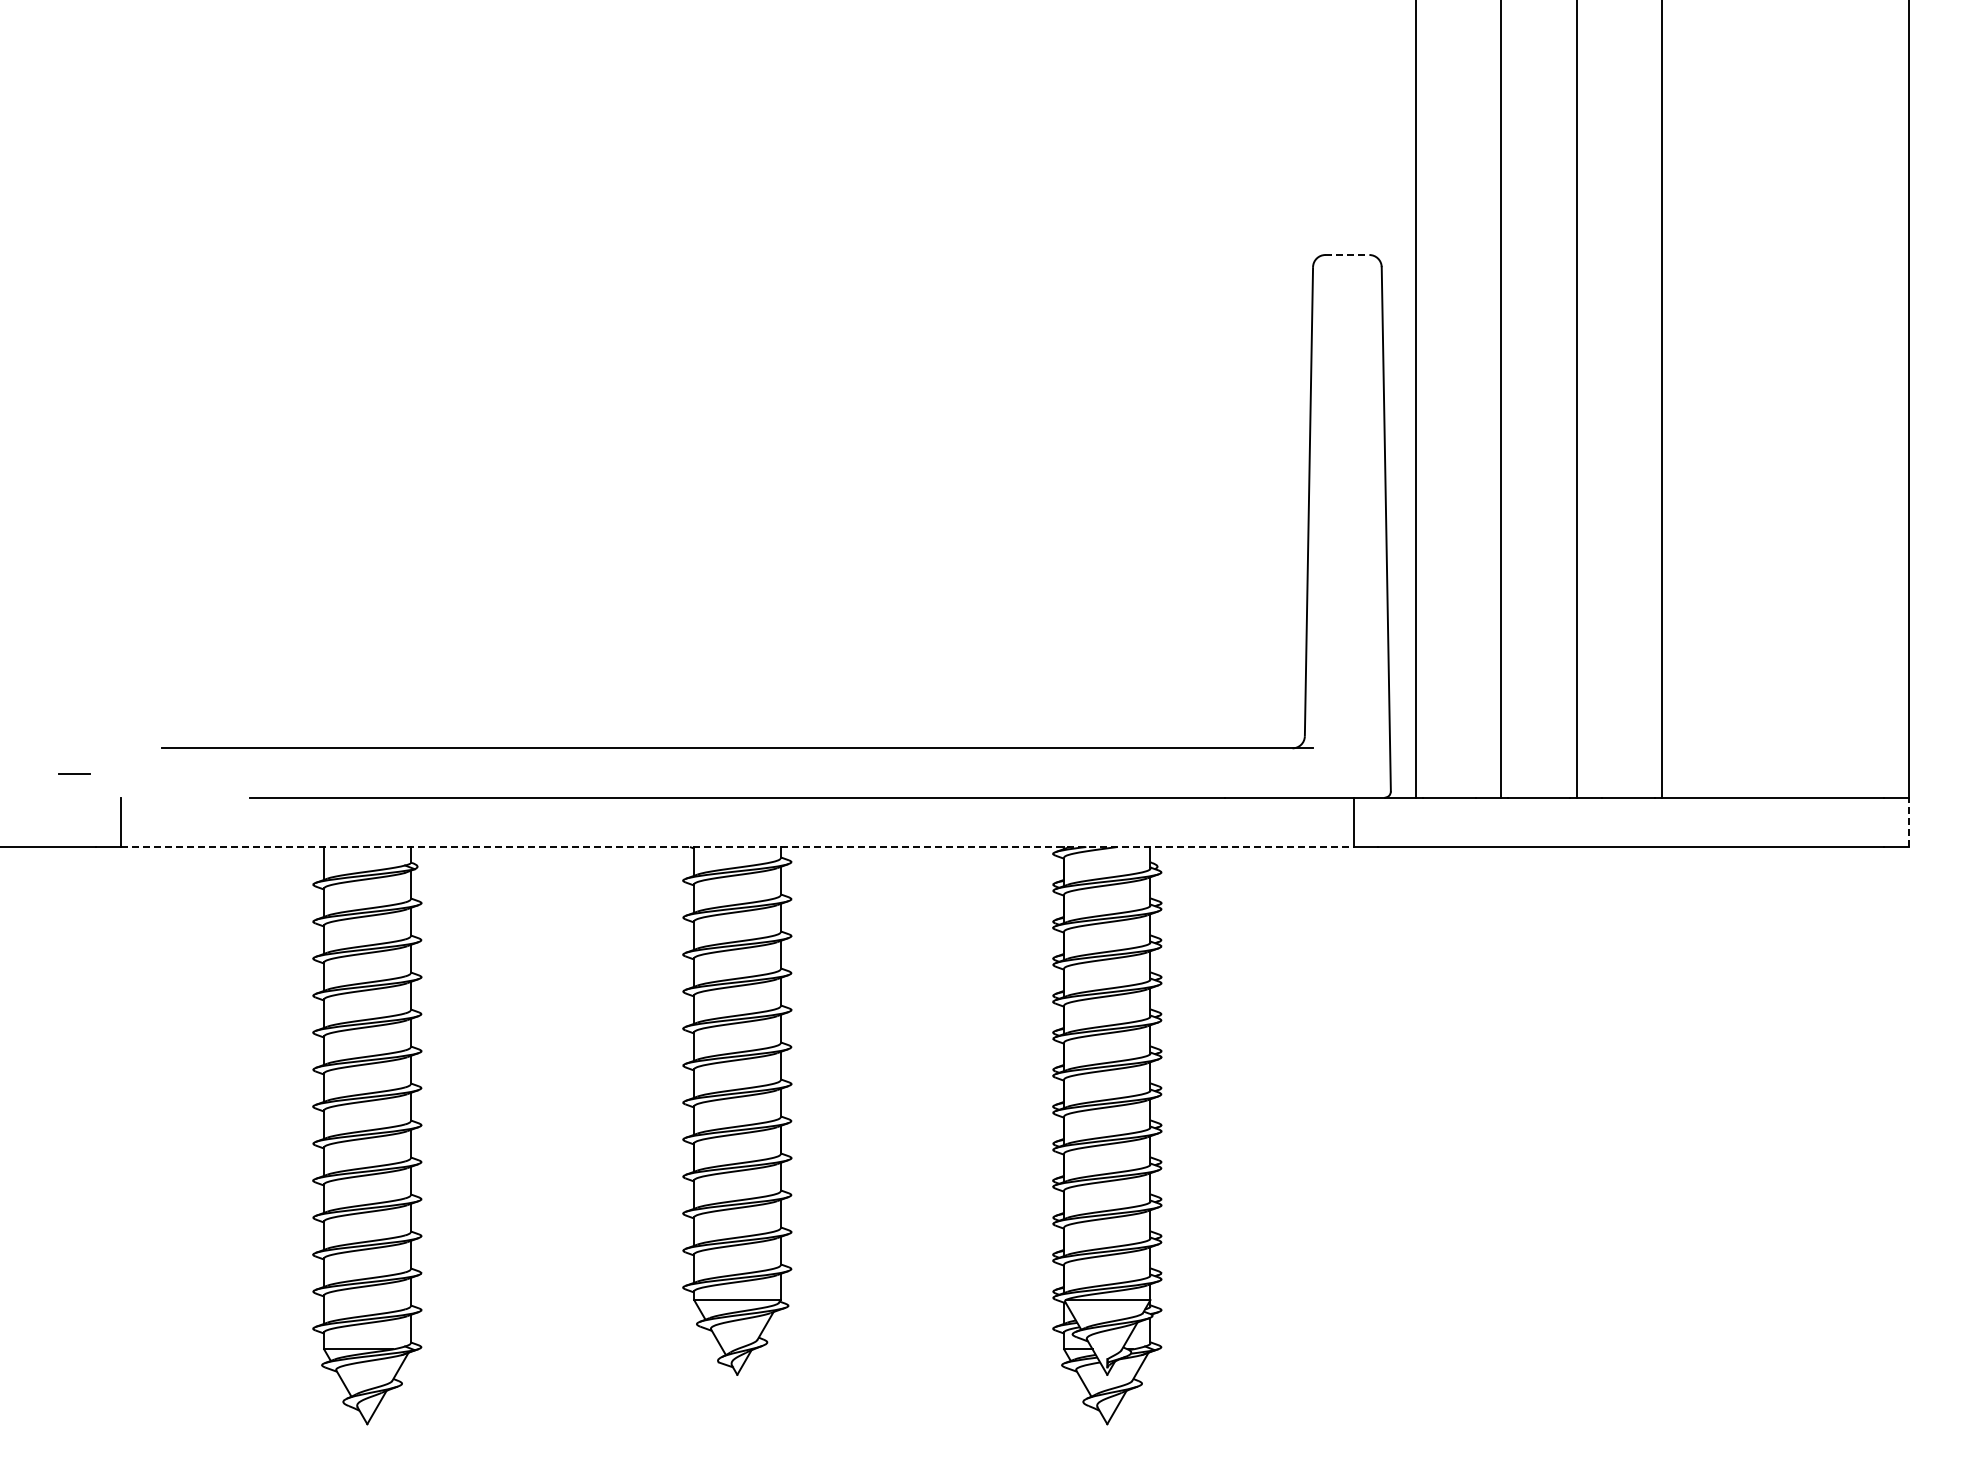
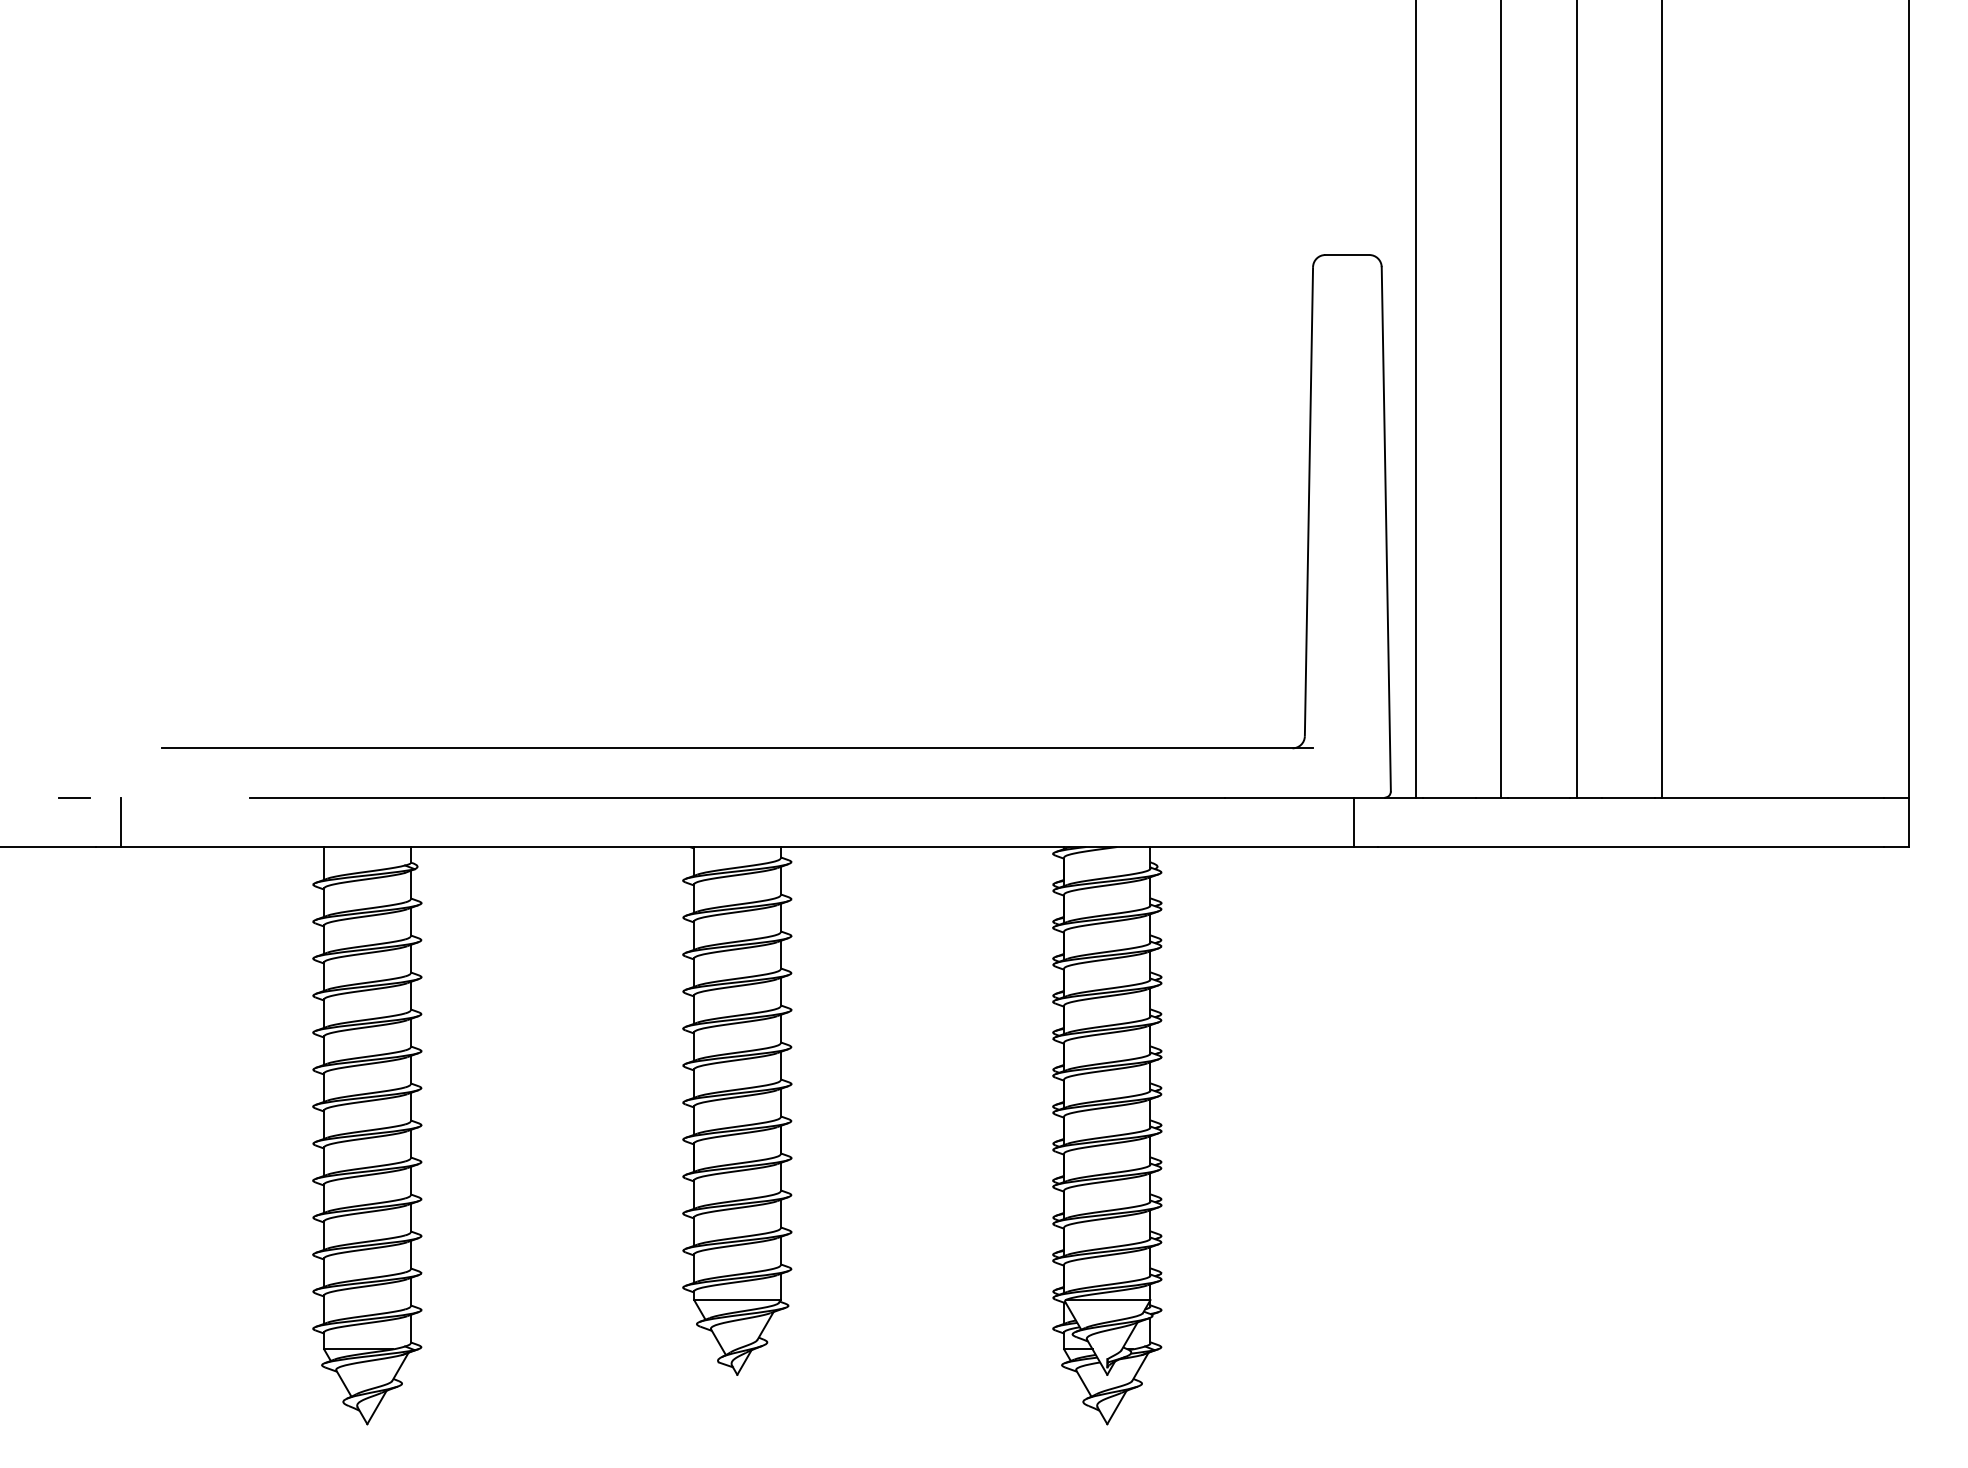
line at (1347, 255): dashed -> solid
line at (74, 773) position: (74, 773) -> (74, 797)
line at (1908, 822): dashed -> solid
line at (737, 847): dashed -> solid
